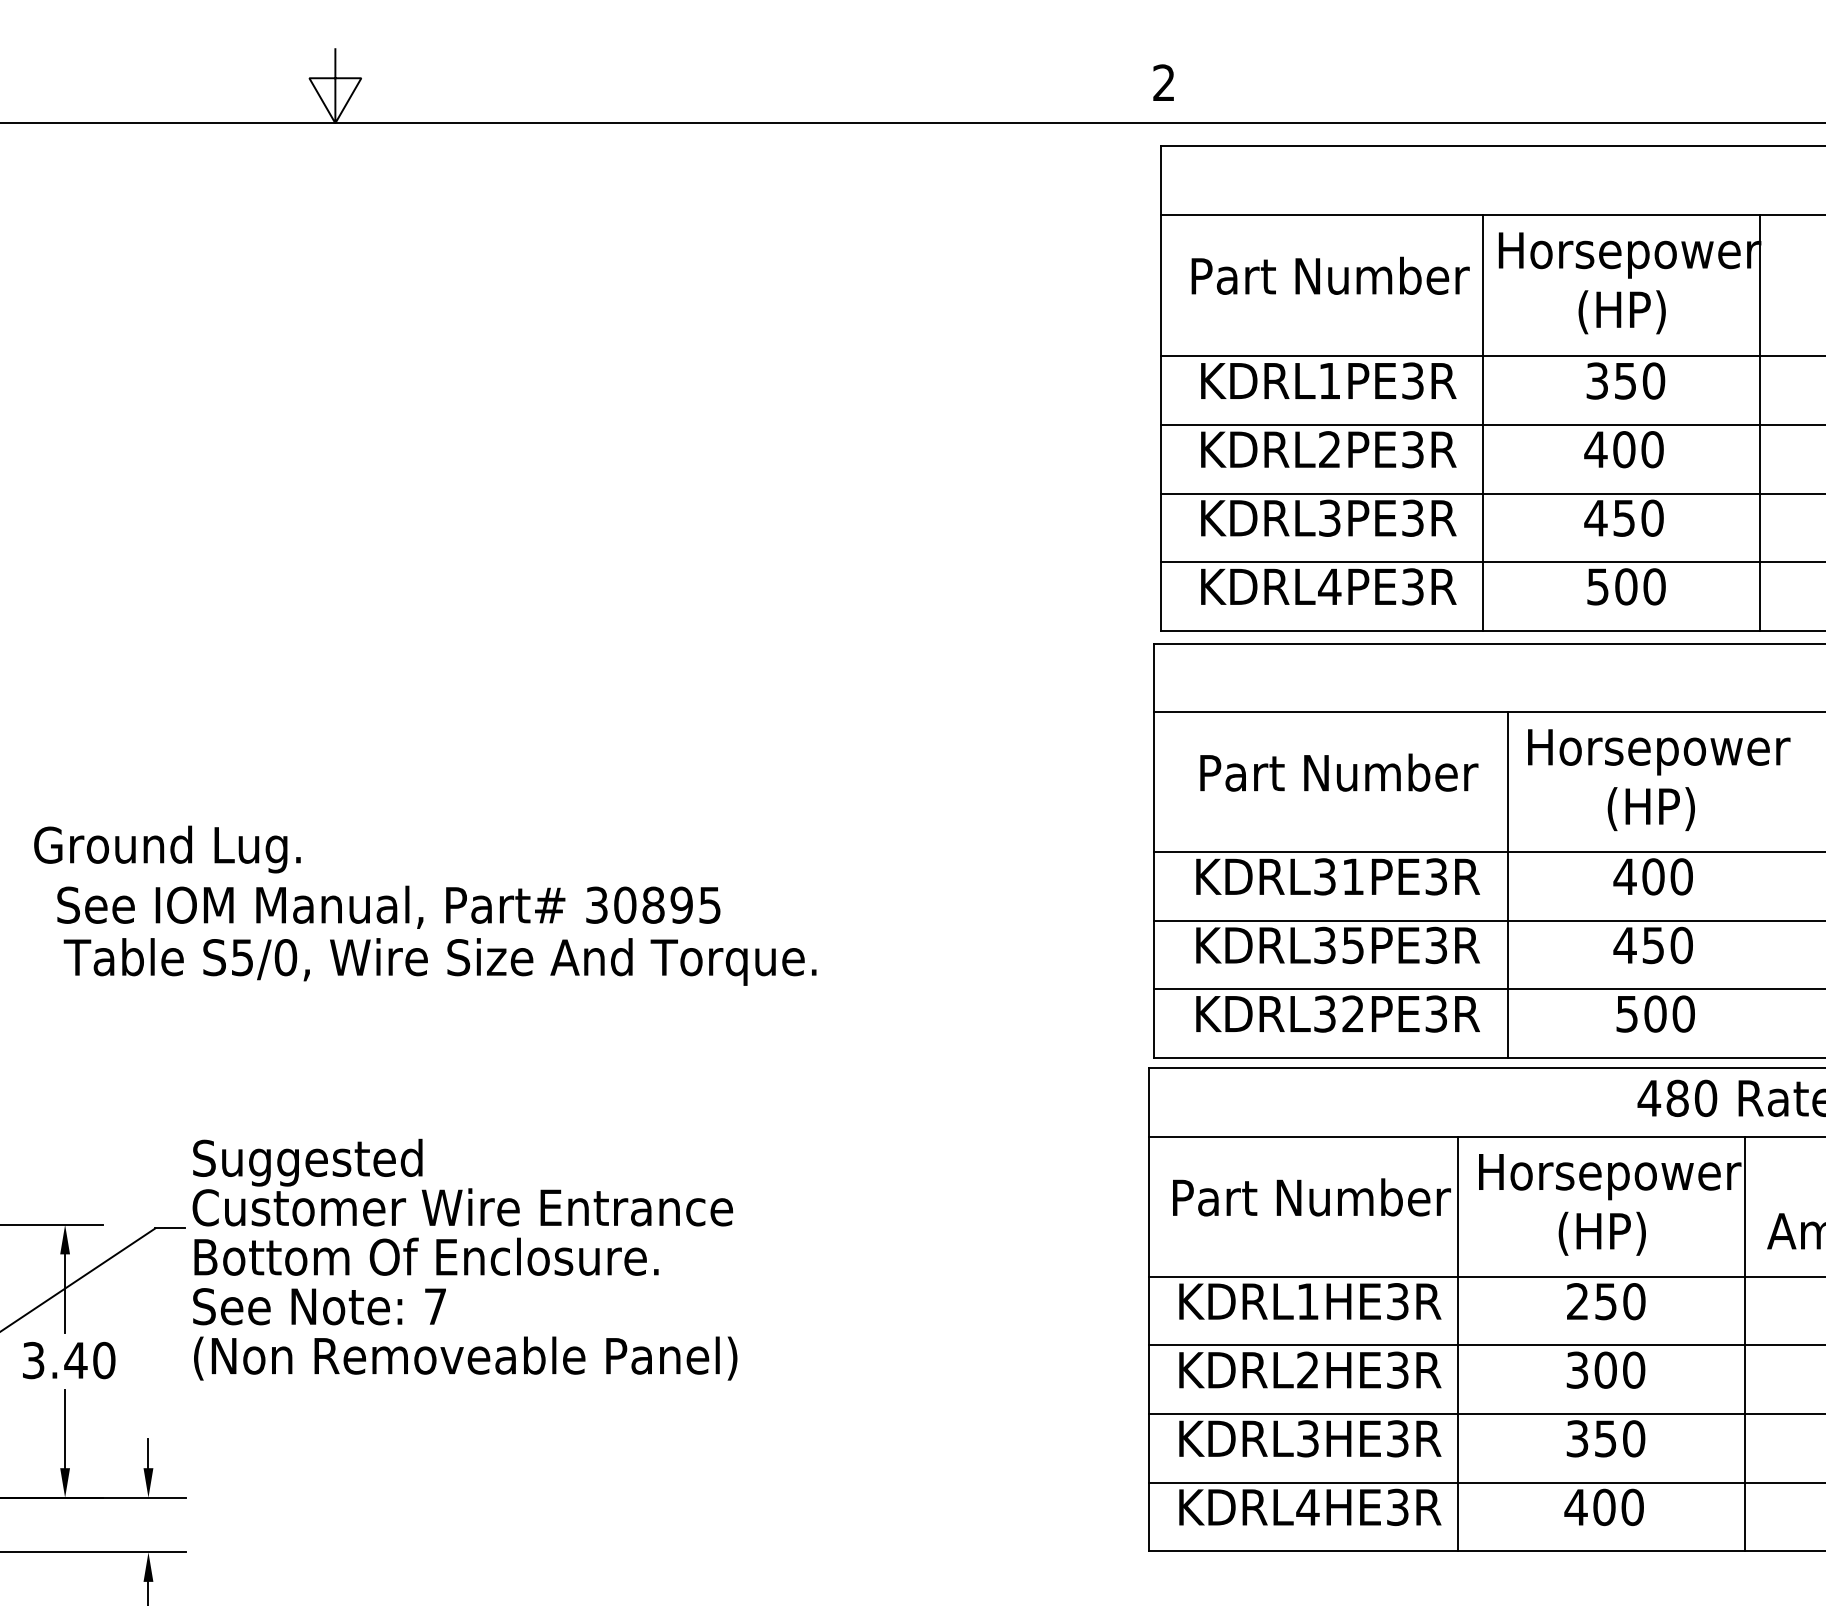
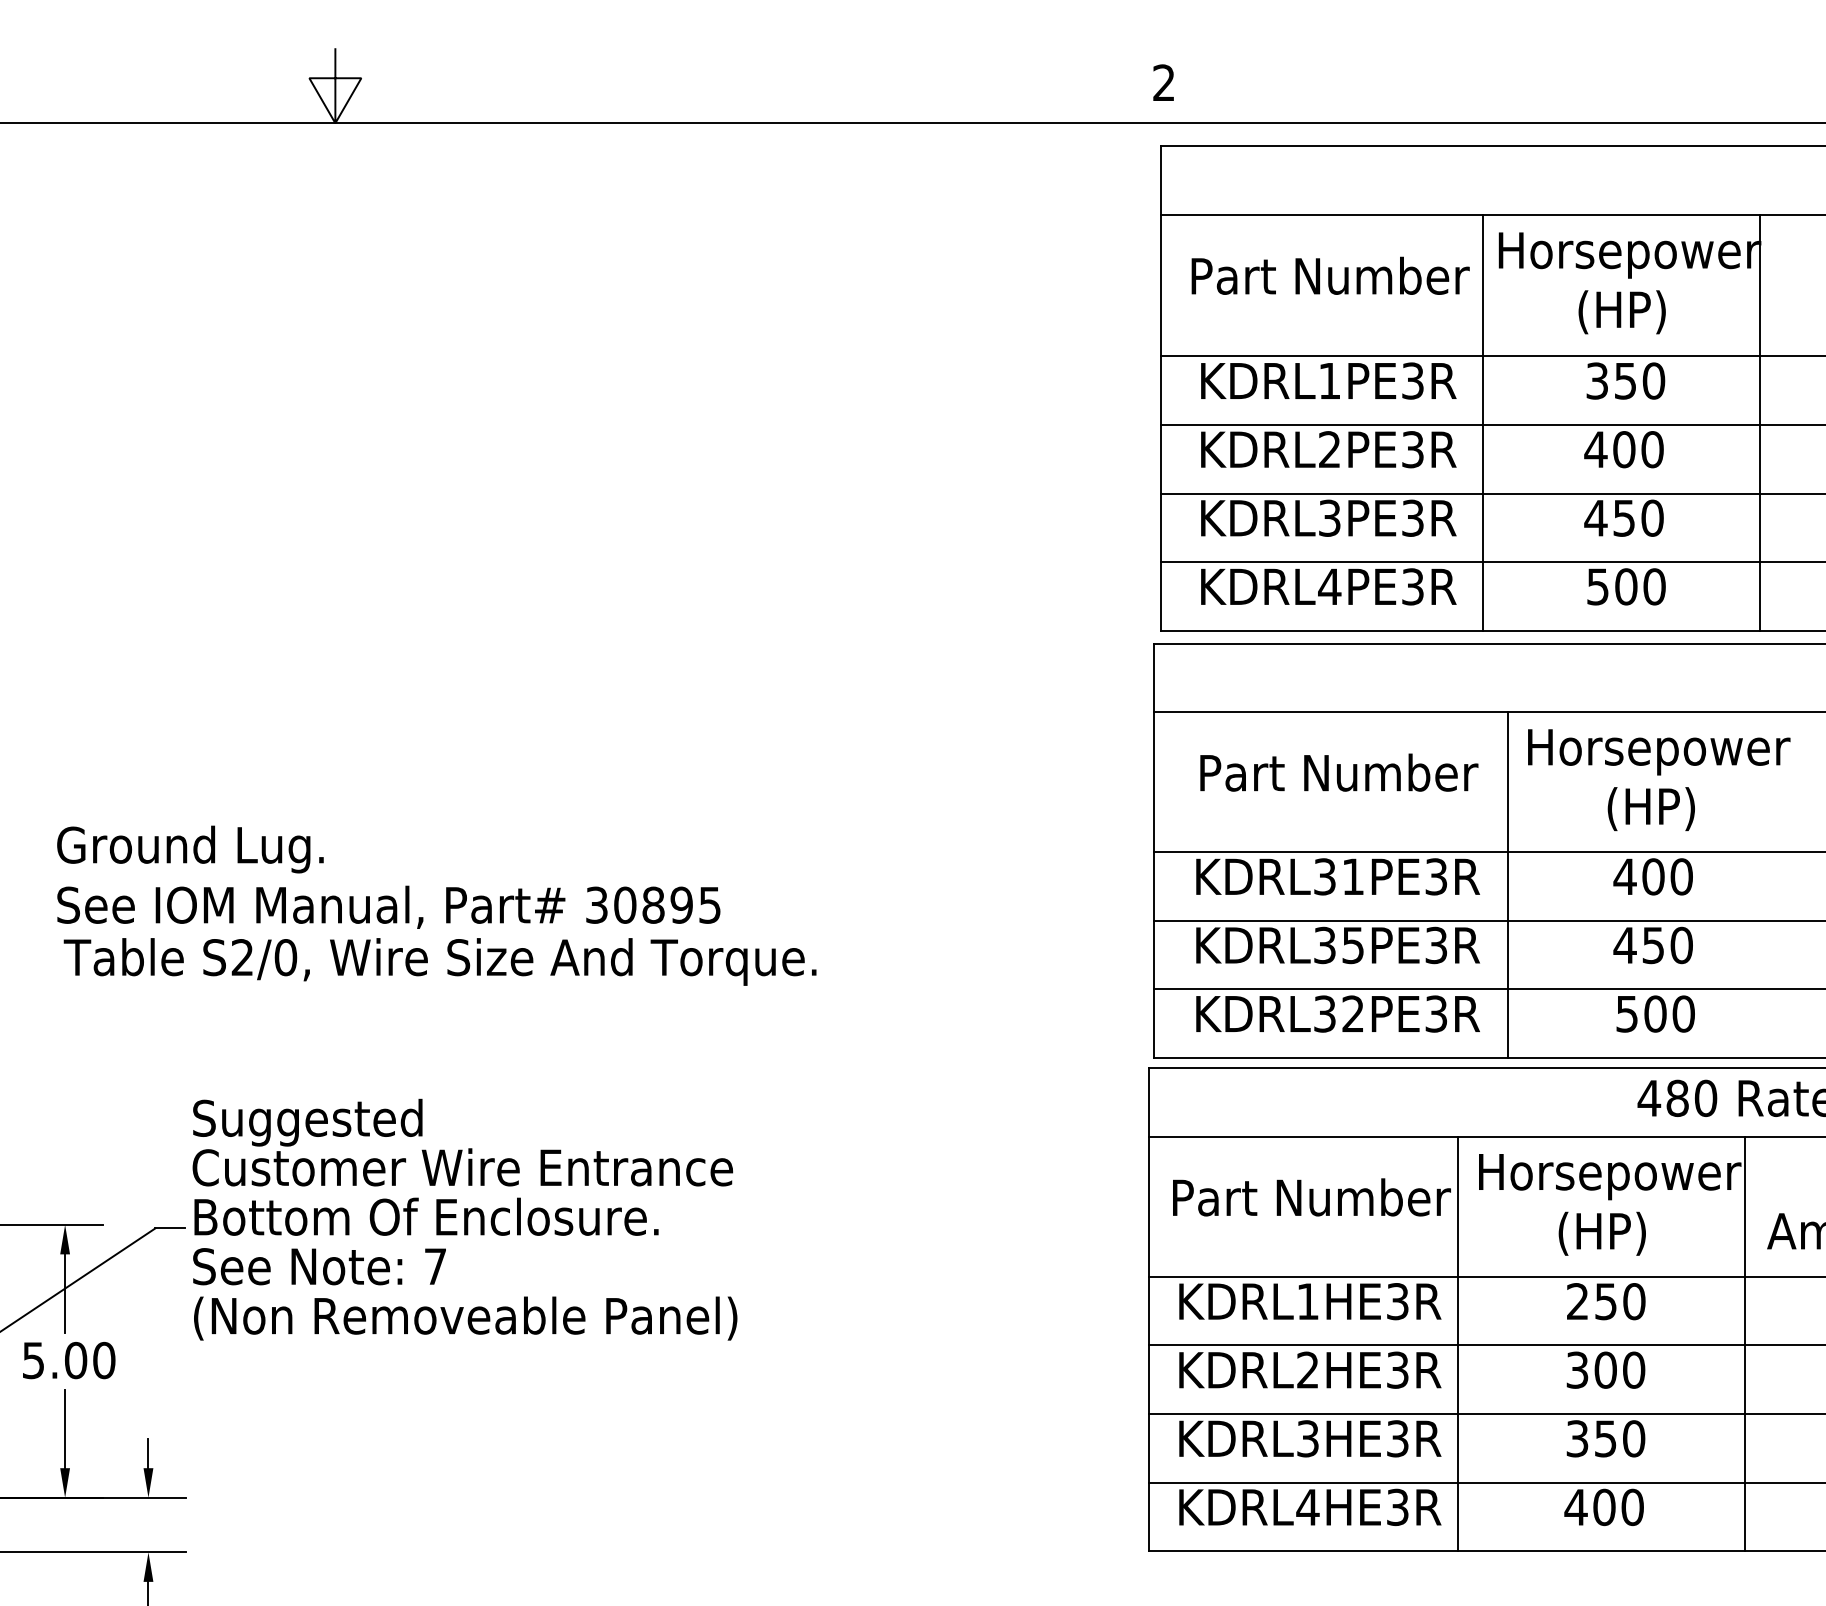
text at (167, 849) position: (167, 849) -> (190, 849)
text at (241, 957): S5/0, -> S2/0,
text at (464, 1259) position: (464, 1259) -> (464, 1219)
text at (55, 1360): 3.40 -> 5.00
